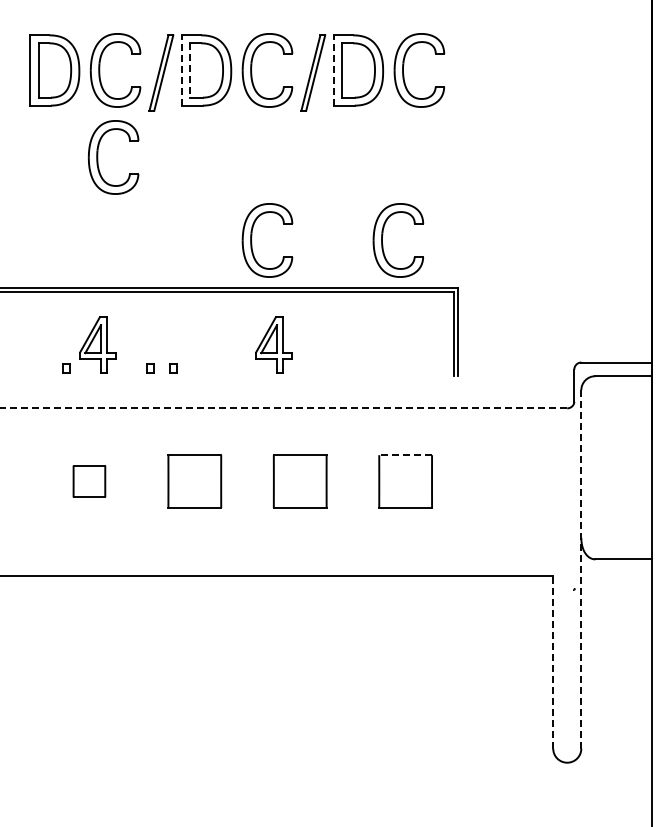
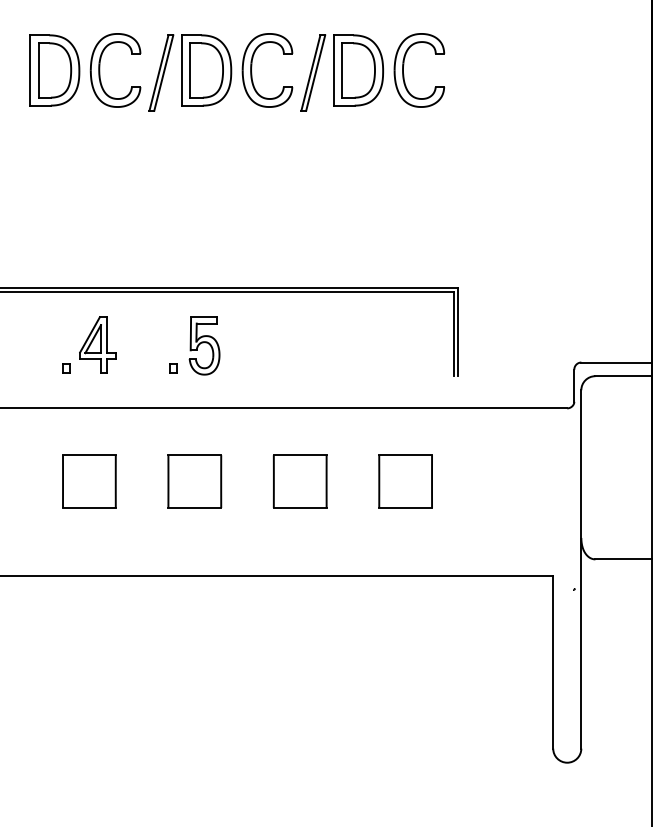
line at (182, 70): dashed -> solid
line at (190, 70): dashed -> solid
line at (334, 70): dashed -> solid
part at (98, 157): present -> none
part at (252, 242): present -> none
part at (383, 244): present -> none
part at (273, 344): present -> none
part at (204, 345): none -> present
part at (150, 368): present -> none
line at (283, 408): dashed -> solid
line at (405, 455): dashed -> solid
part at (89, 481) size: 35x33 px -> 55x55 px
line at (581, 568): dashed -> solid
line at (553, 661): dashed -> solid
